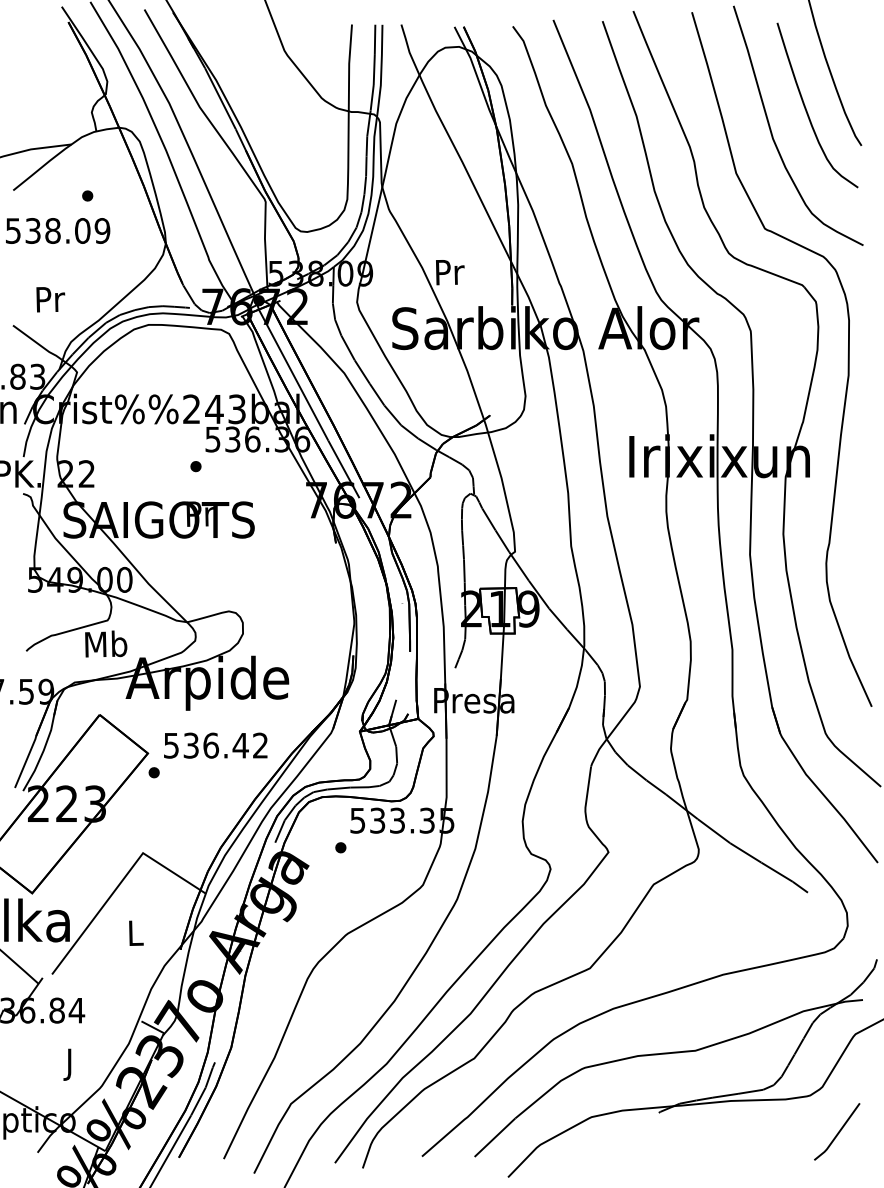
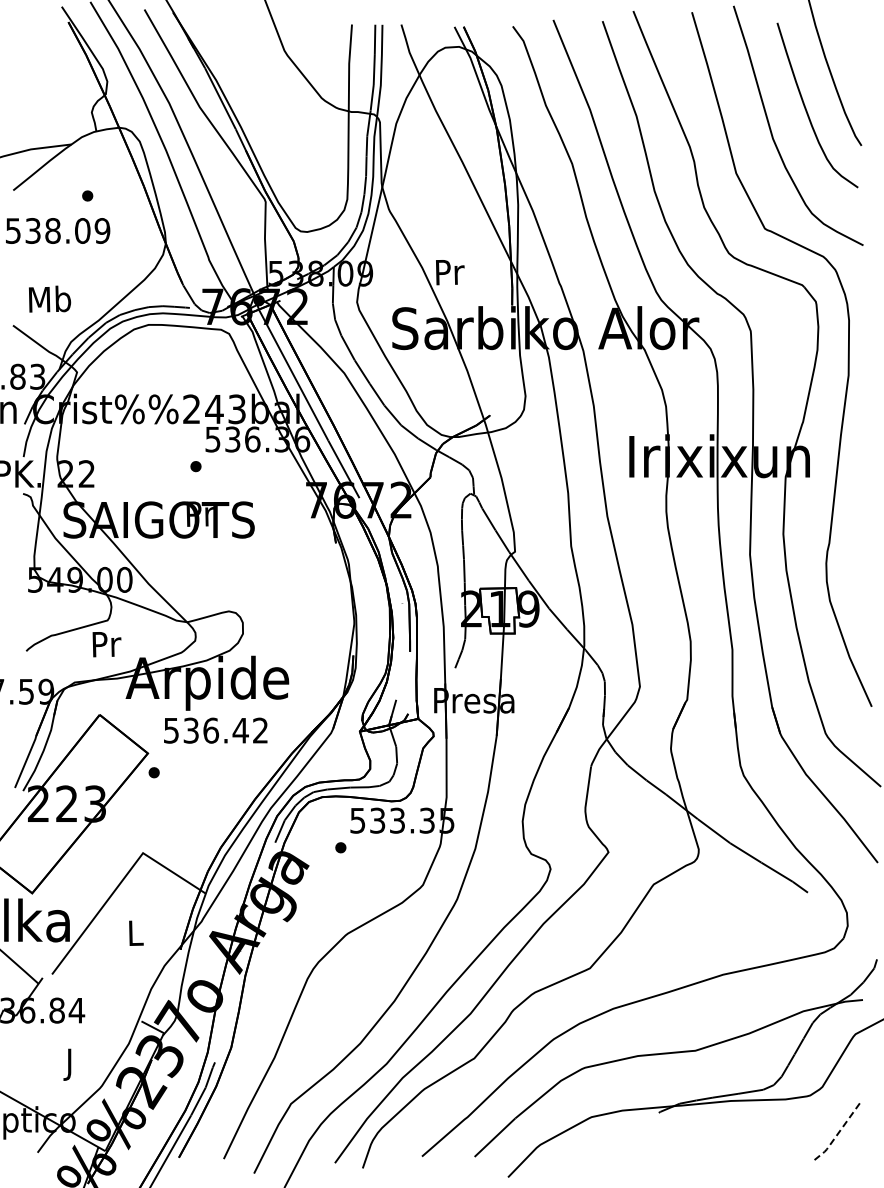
text at (49, 298): Pr -> Mb
text at (106, 643): Mb -> Pr
text at (215, 745) position: (215, 745) -> (215, 730)
line at (837, 1134): solid -> dashed
